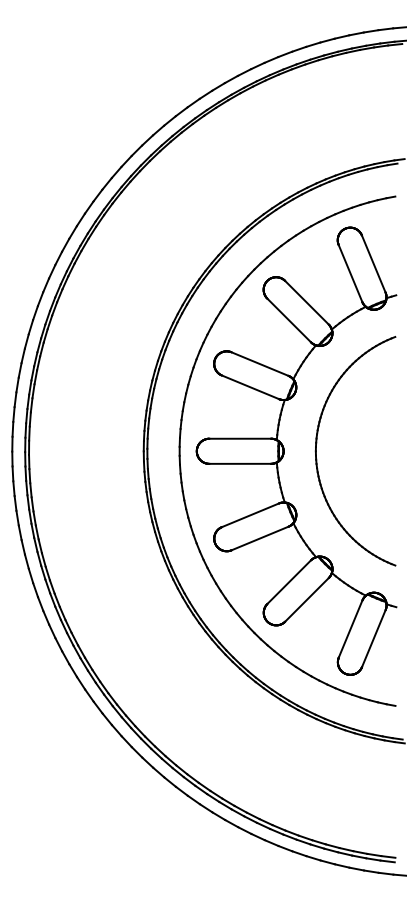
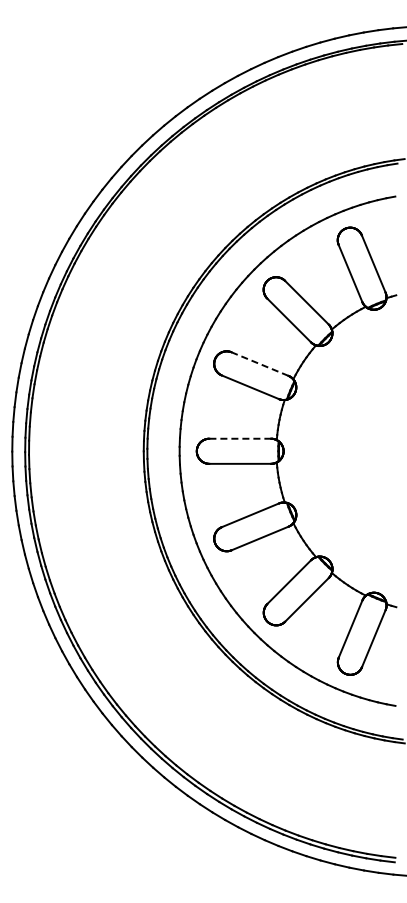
line at (260, 364): solid -> dashed
line at (240, 438): solid -> dashed
part at (317, 443): present -> none
